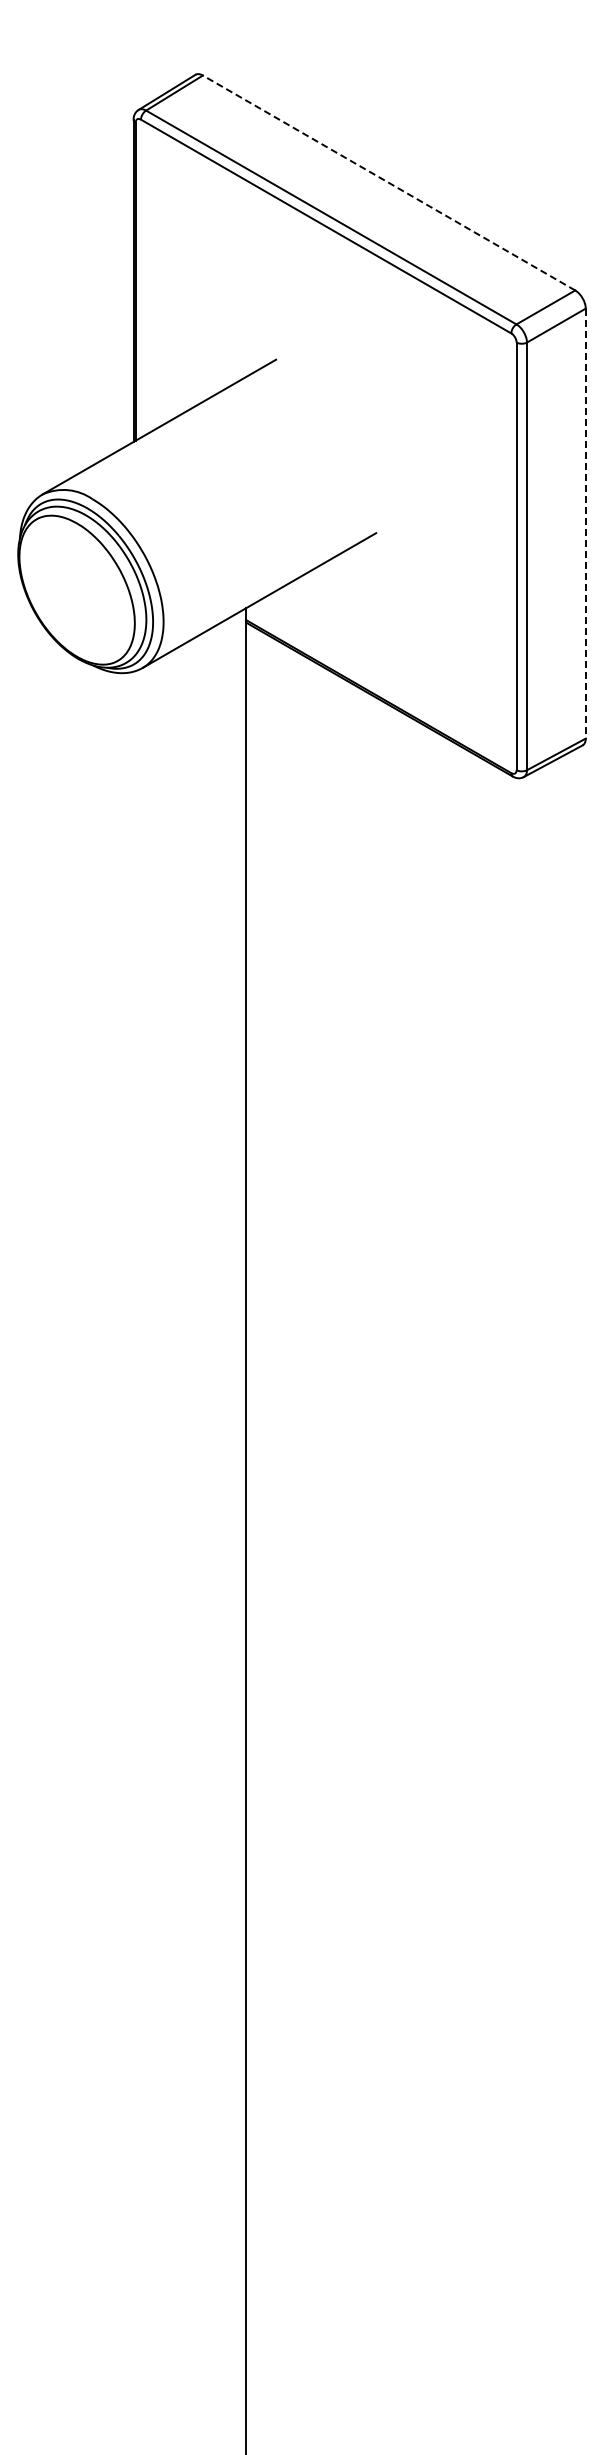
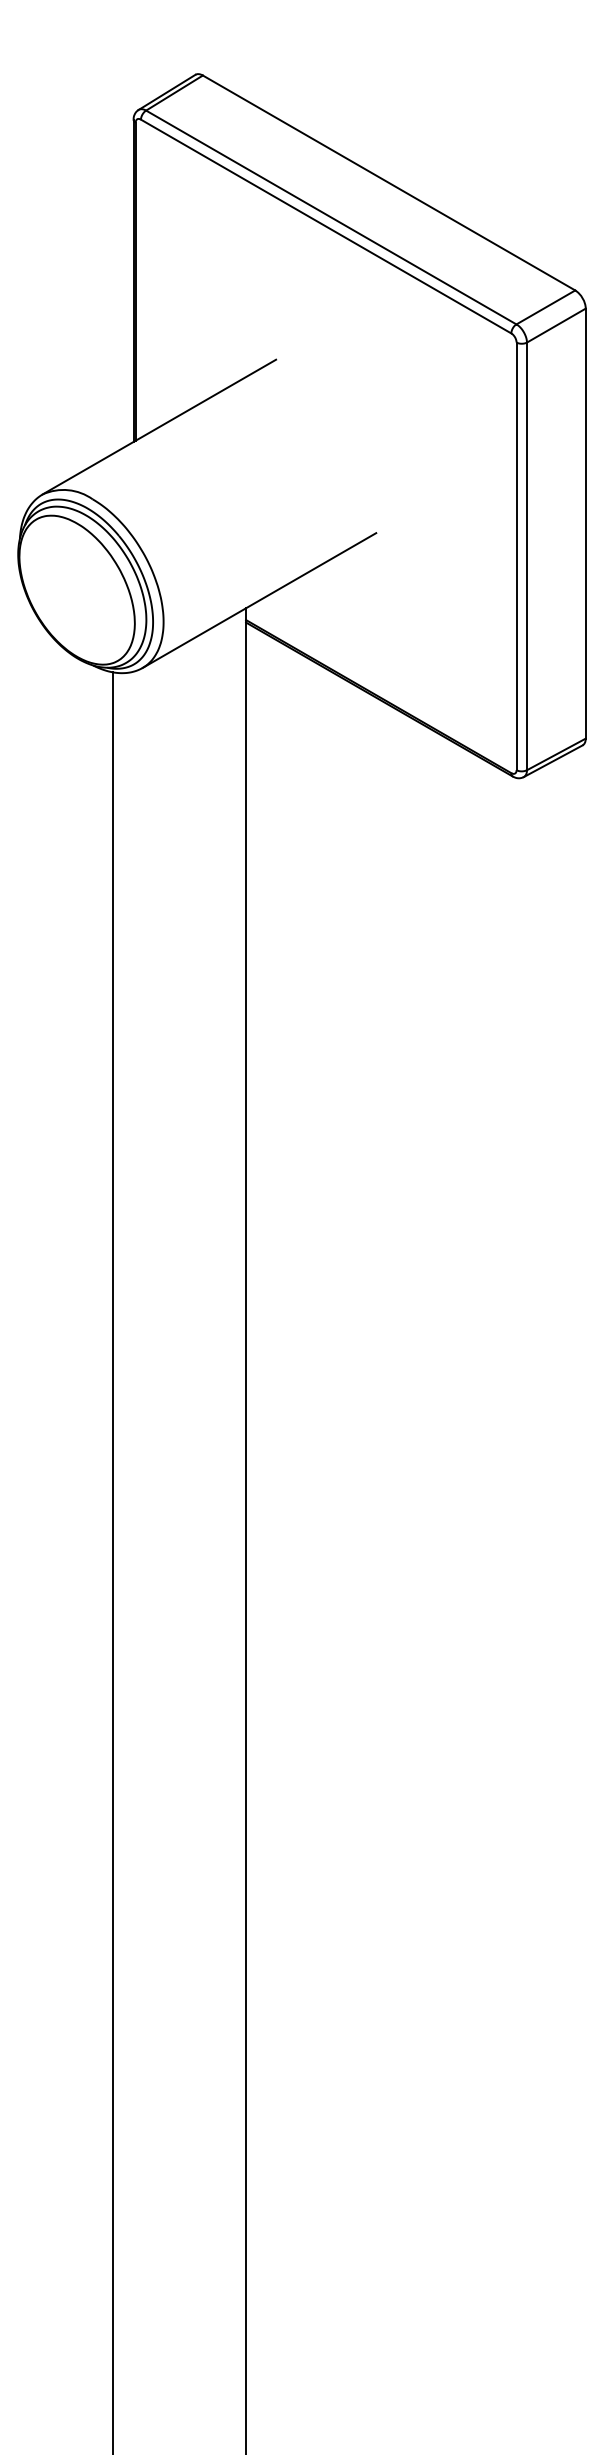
line at (389, 182): dashed -> solid
line at (585, 524): dashed -> solid
line at (112, 1561): none -> present
